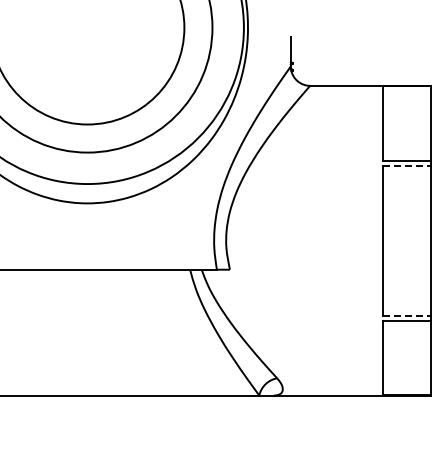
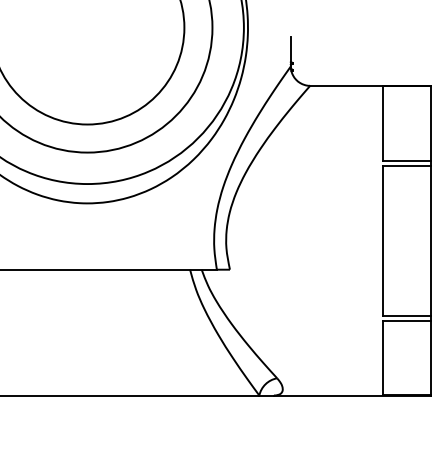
line at (407, 165): dashed -> solid
line at (407, 315): dashed -> solid
